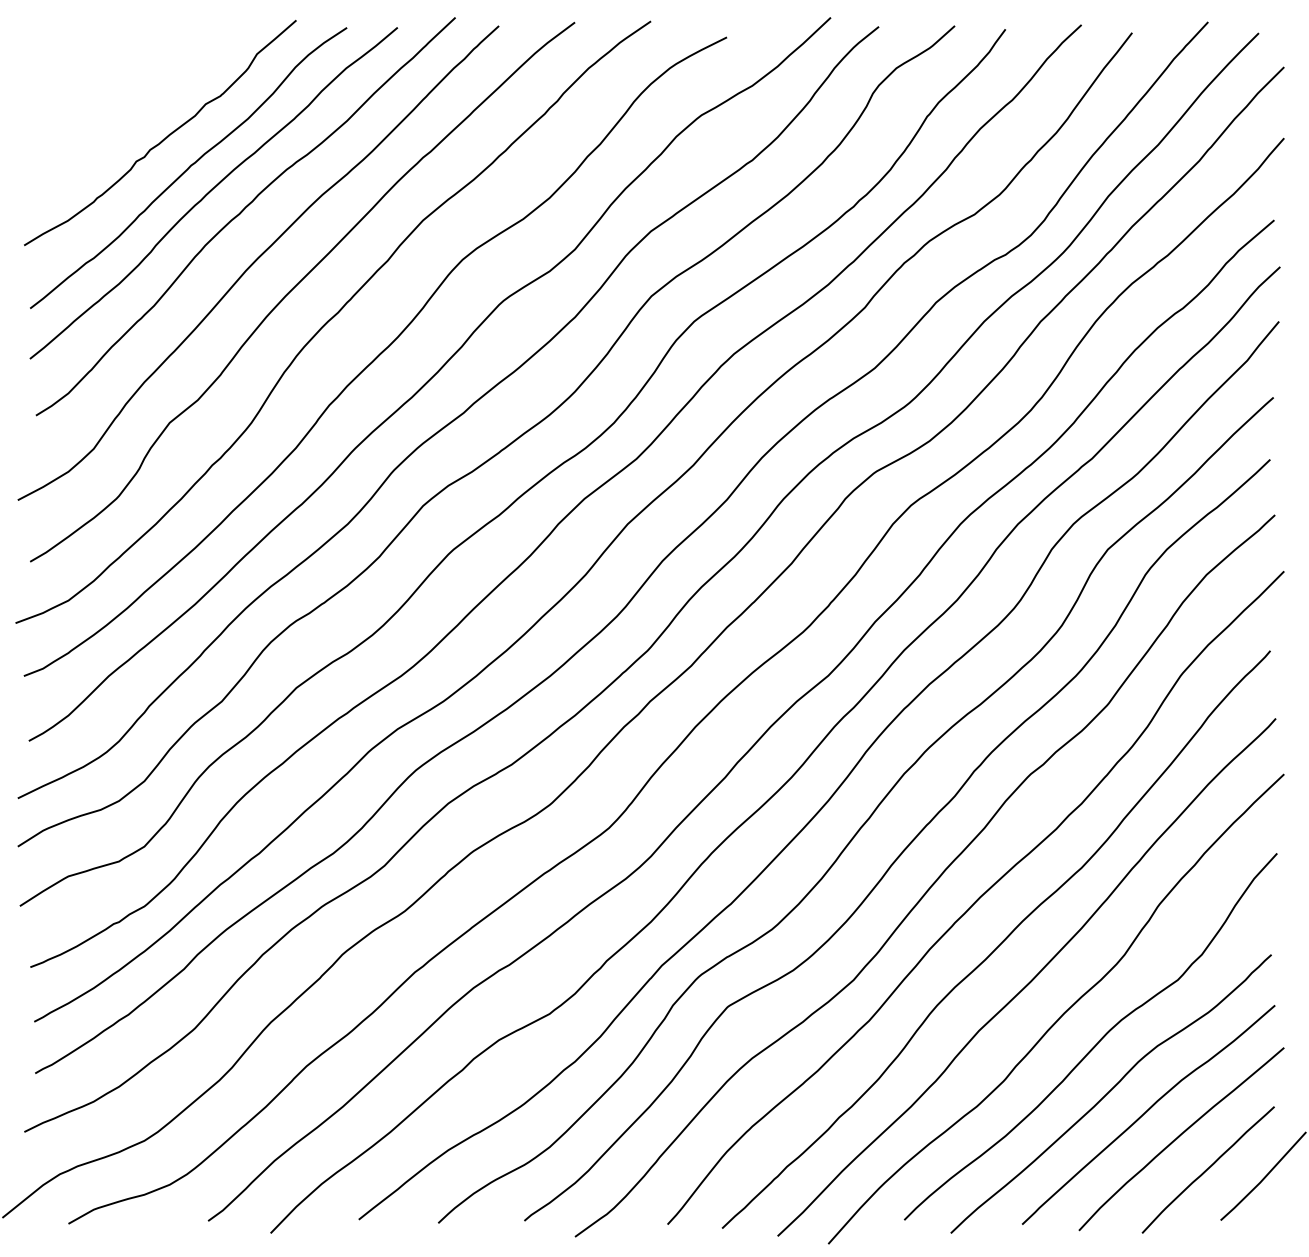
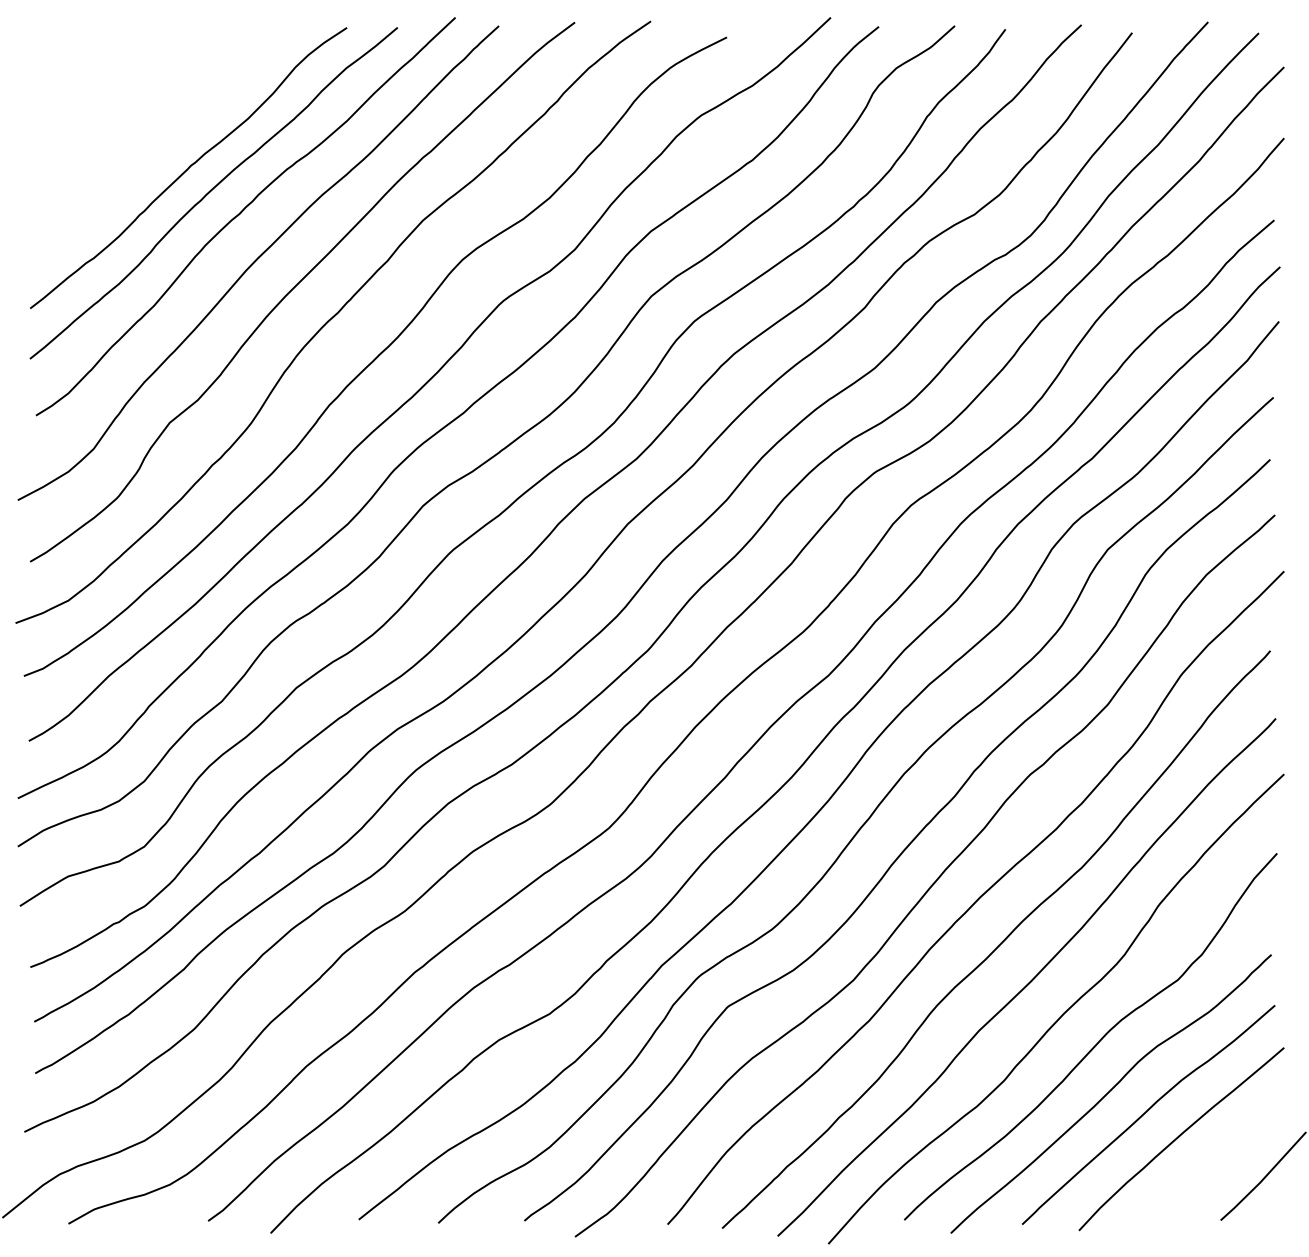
curve at (163, 138): present -> none
curve at (1207, 1169): present -> none
